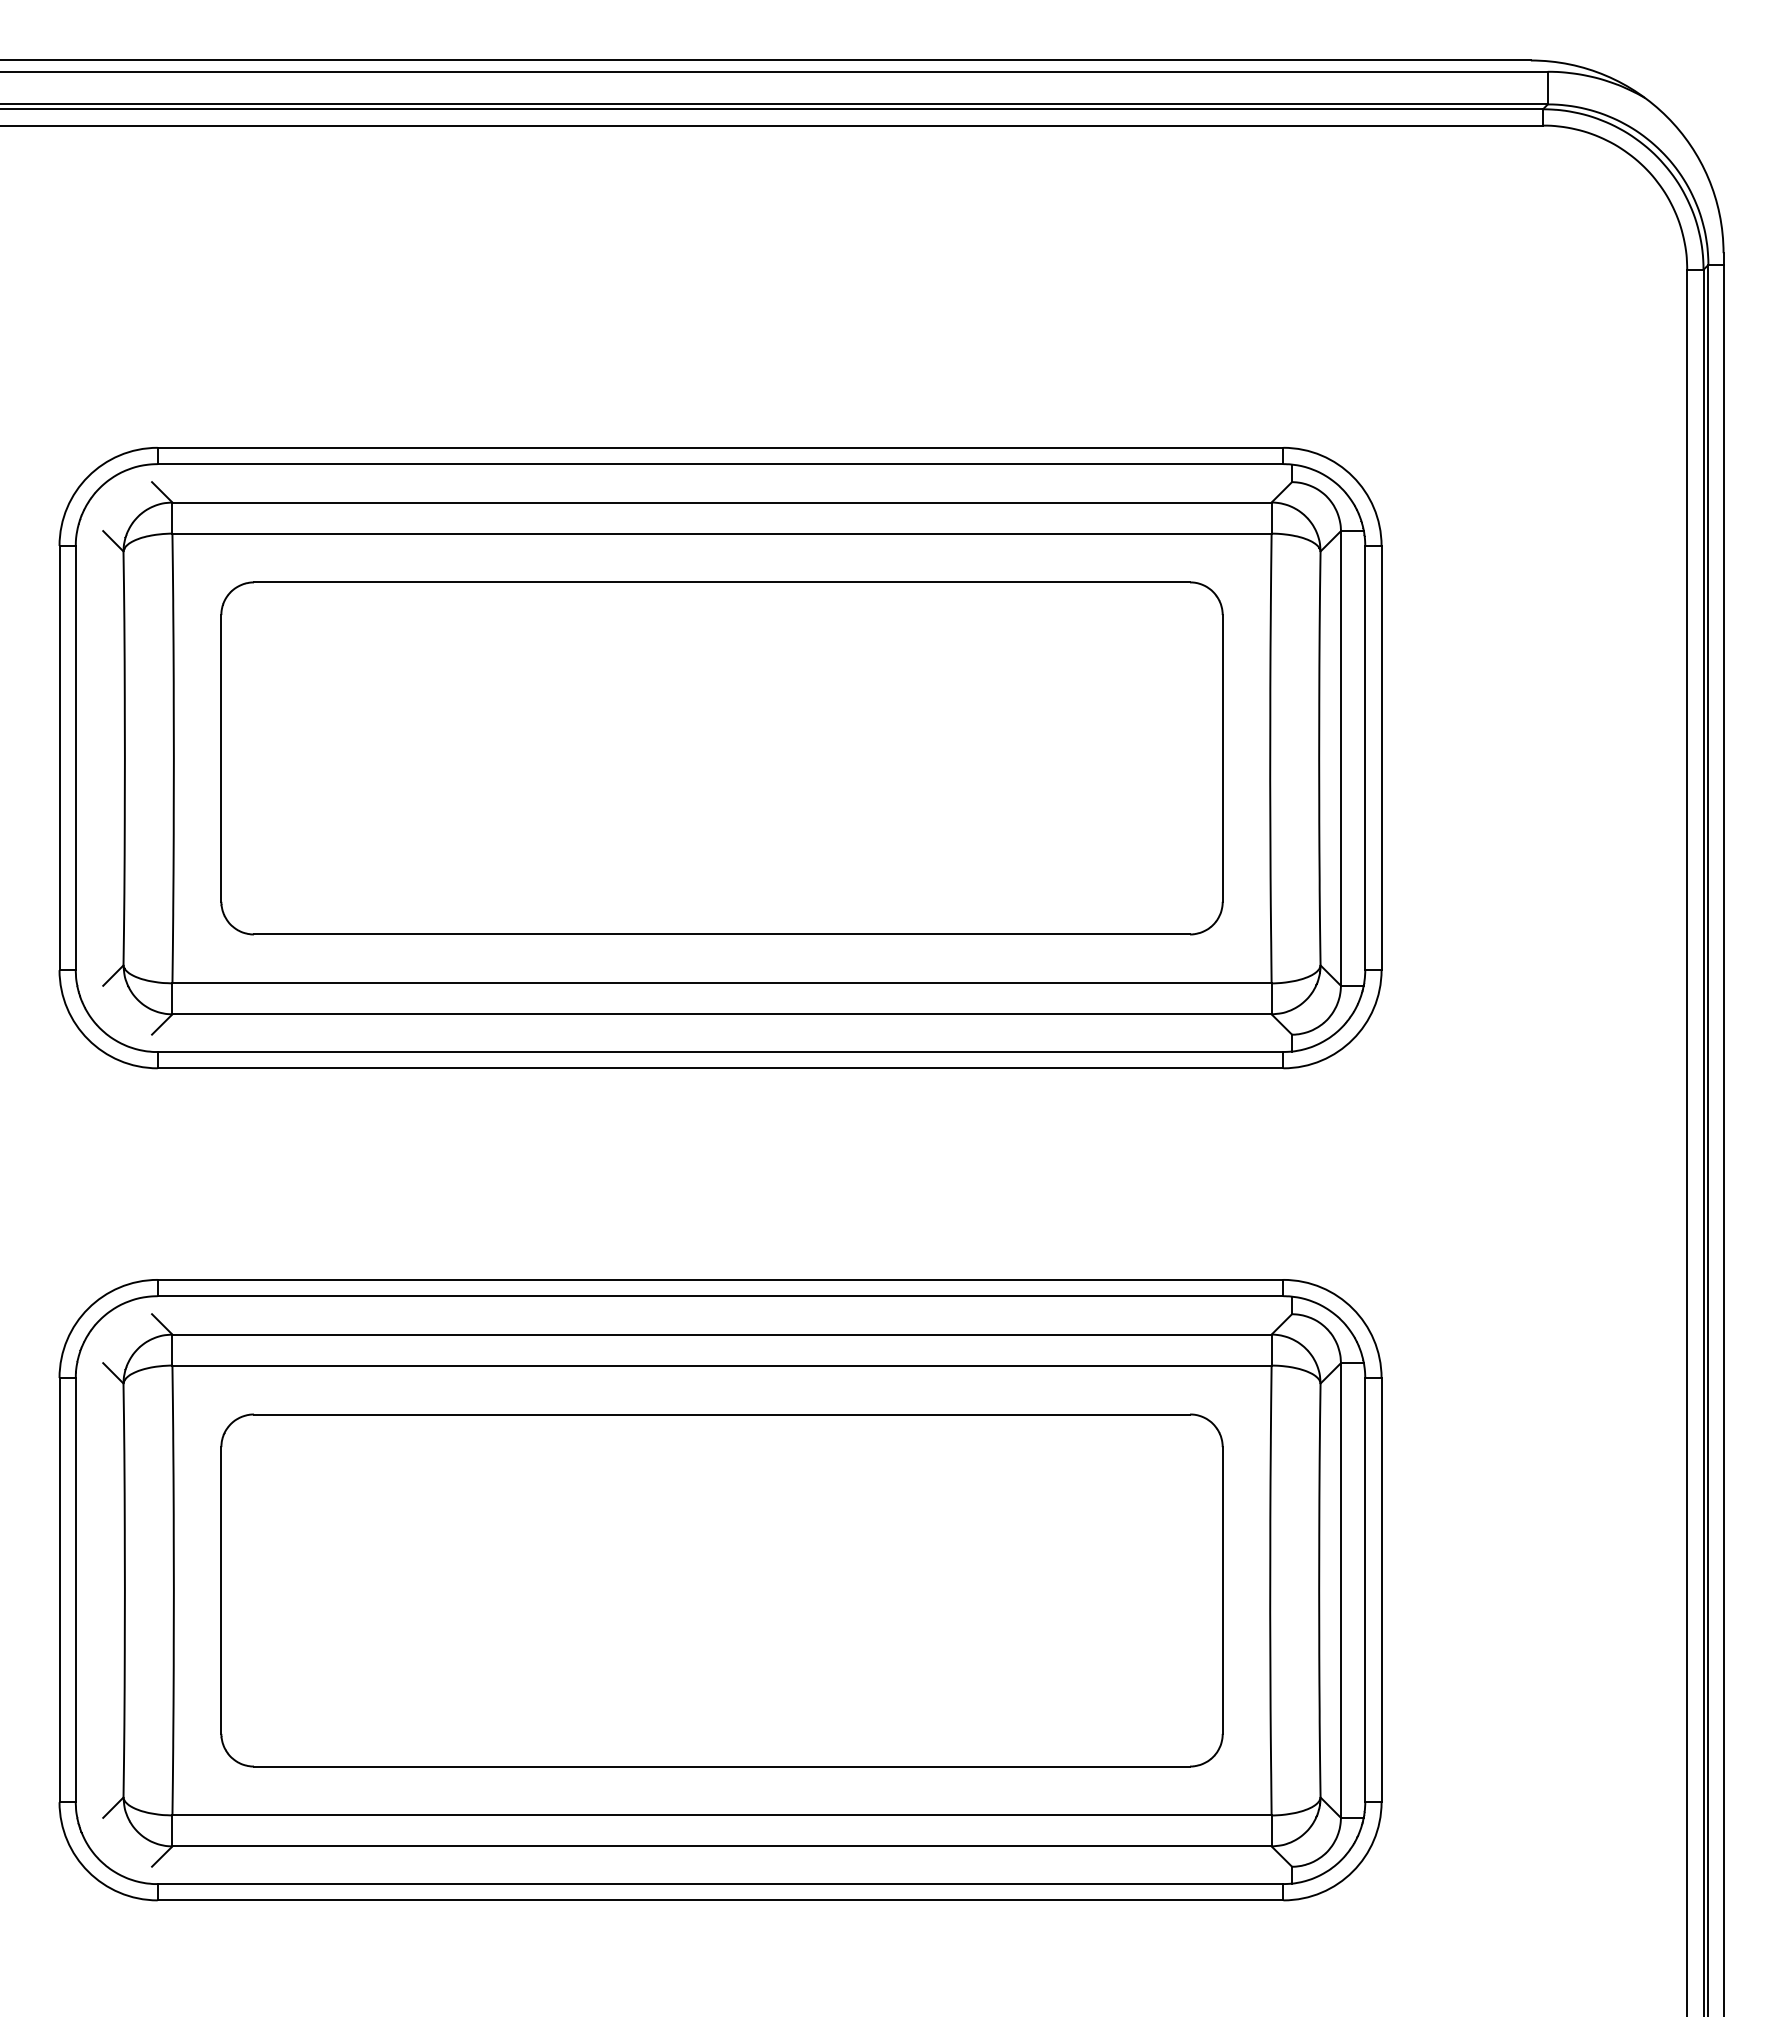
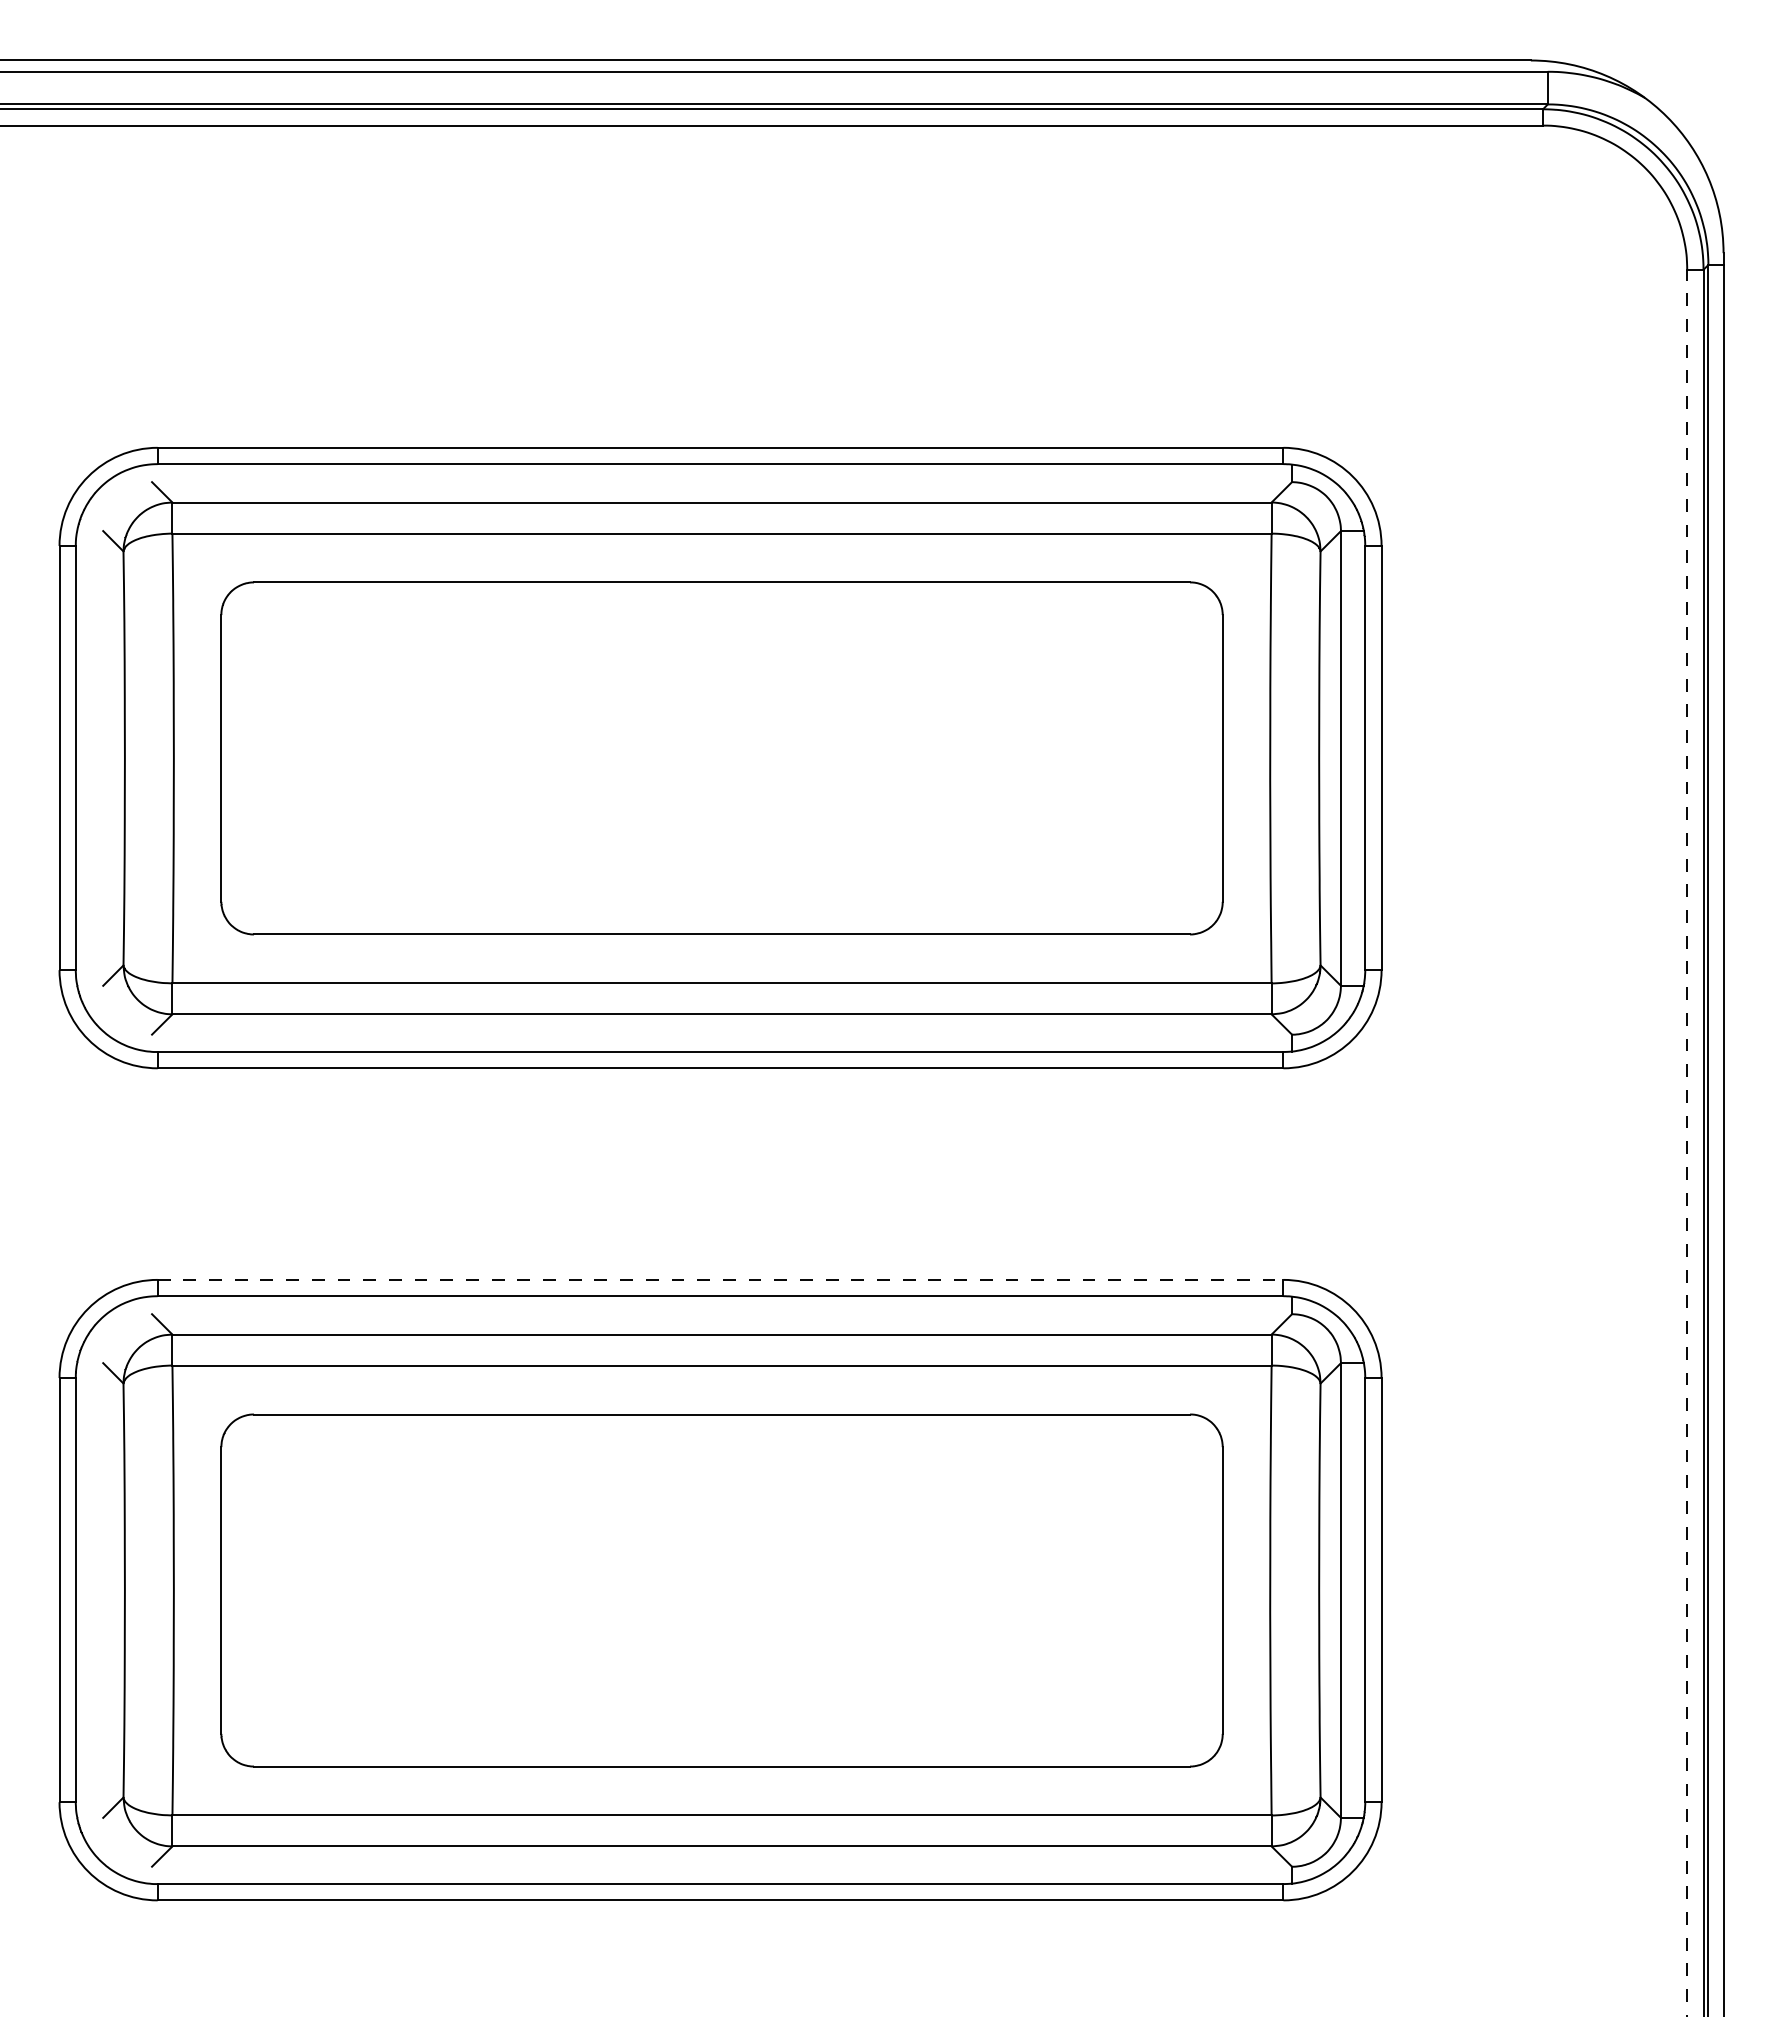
line at (1687, 1142): solid -> dashed
line at (720, 1279): solid -> dashed
